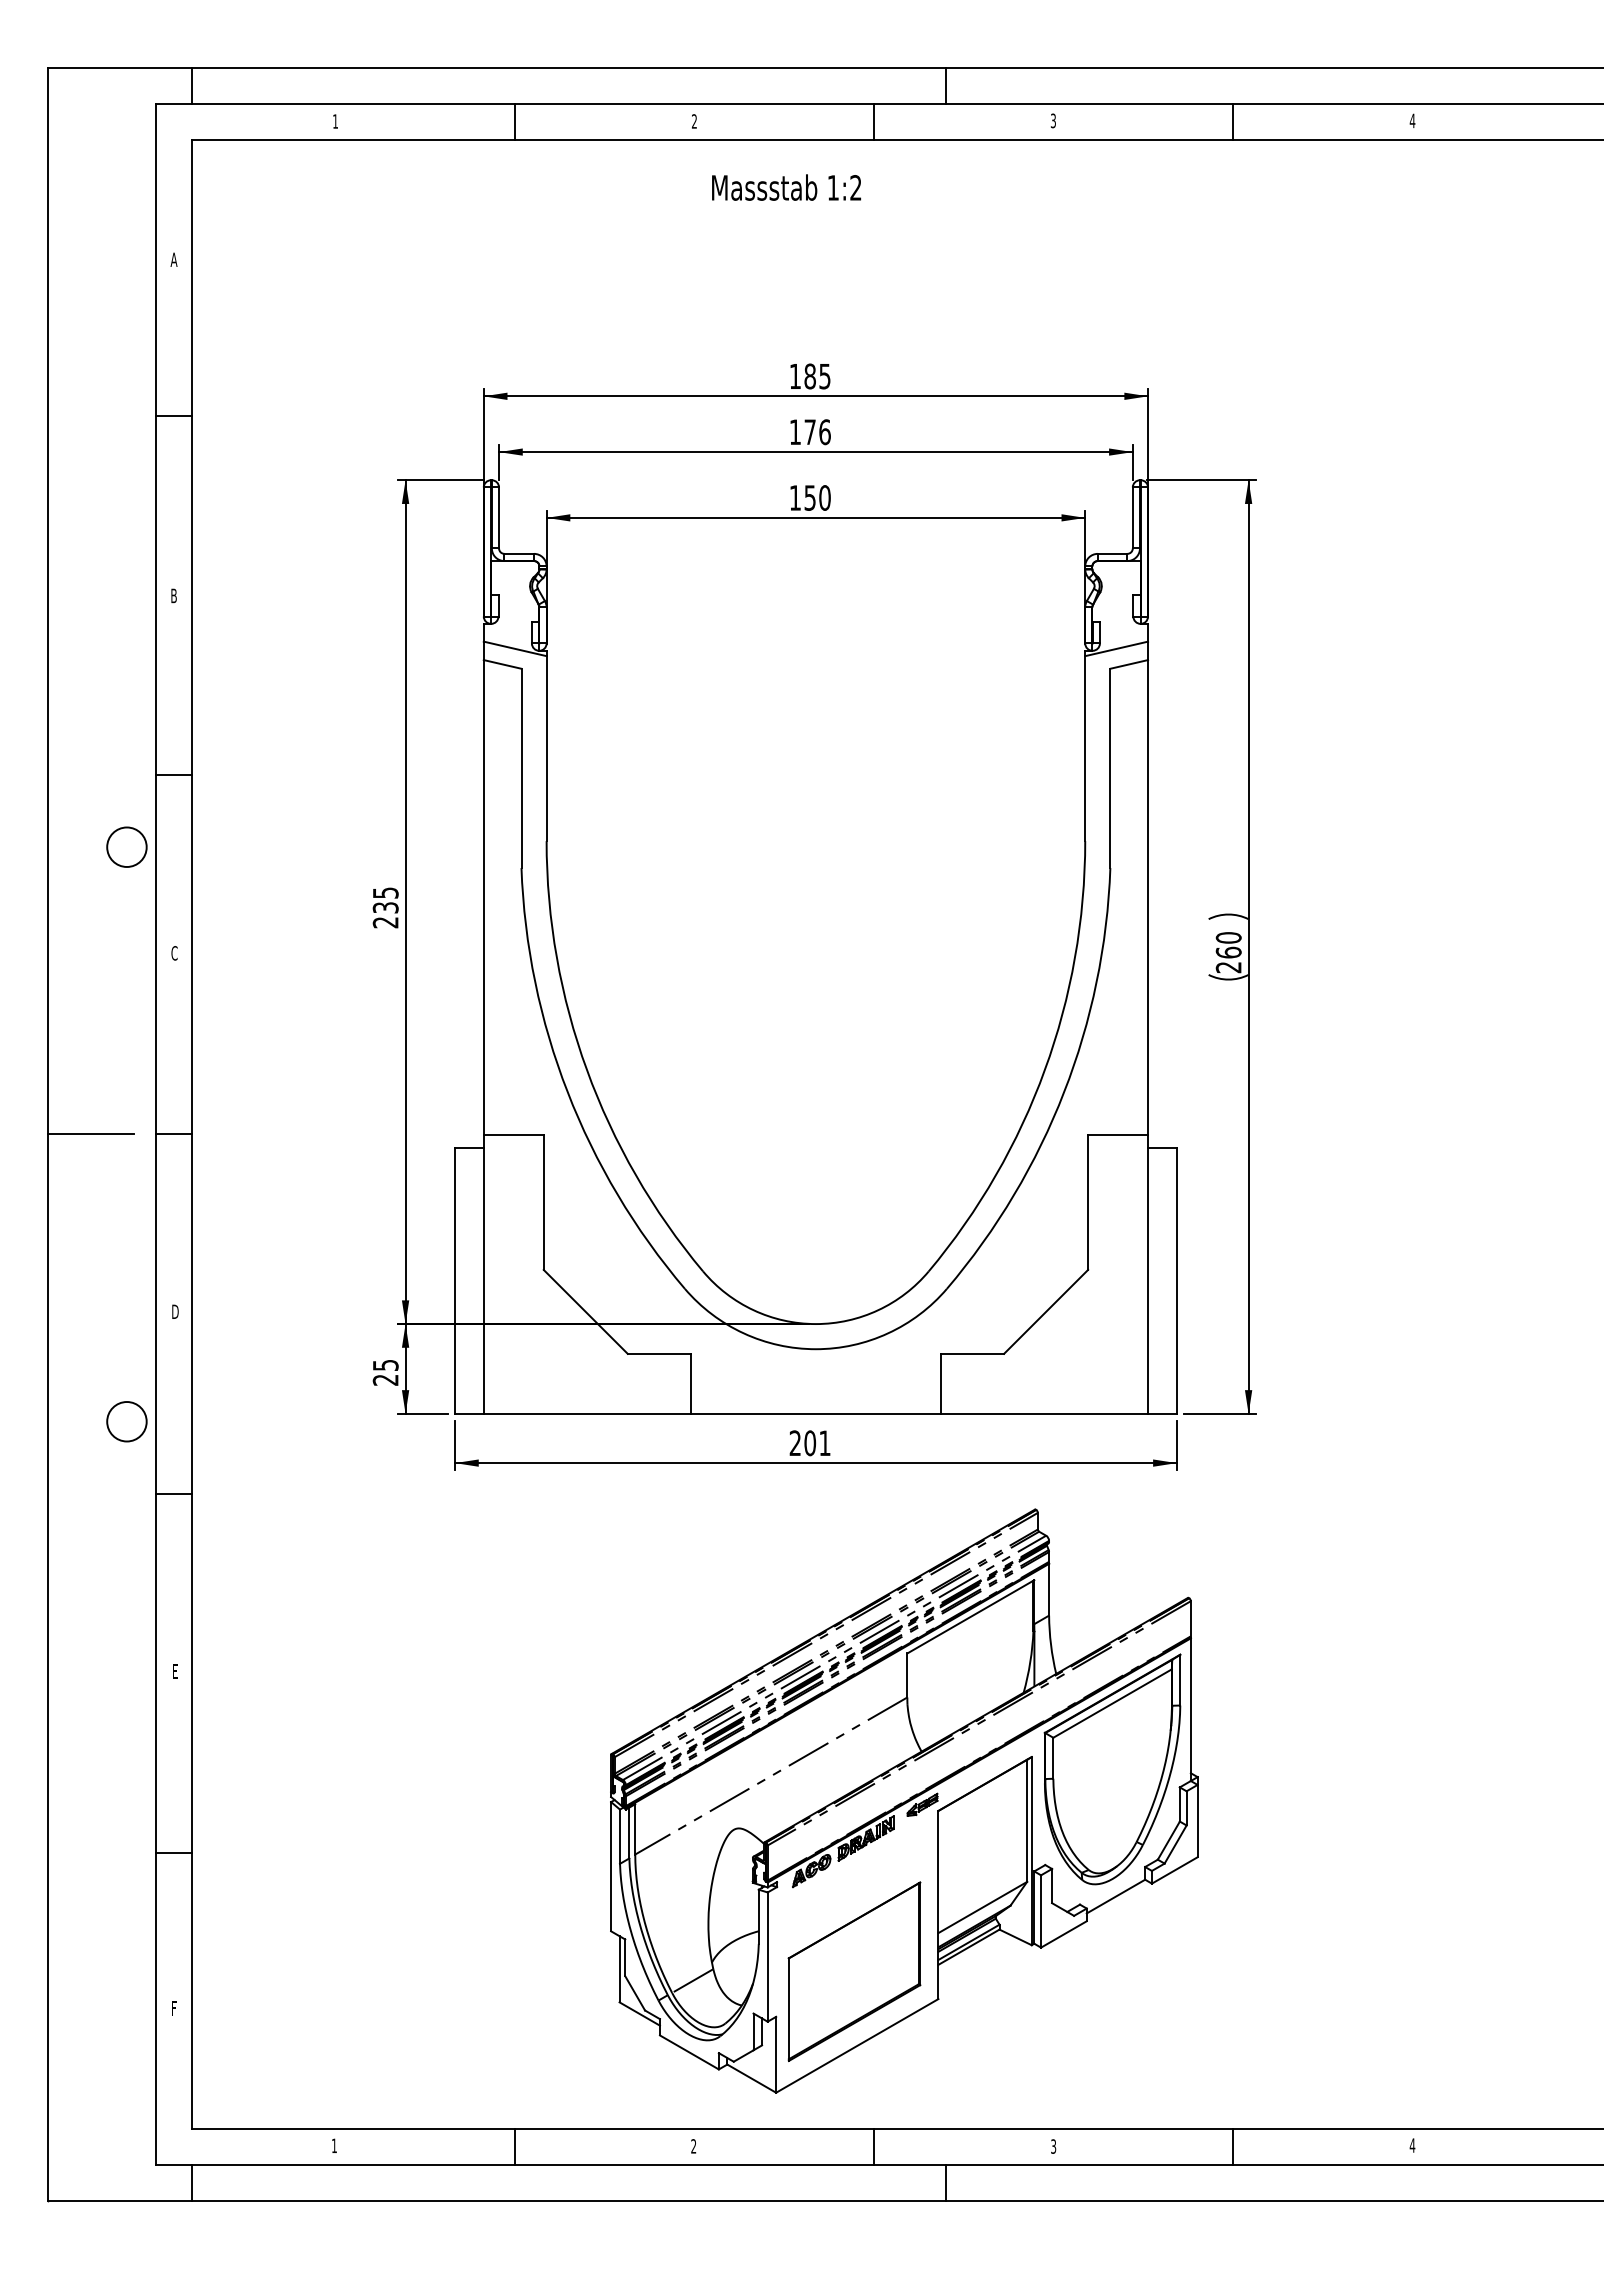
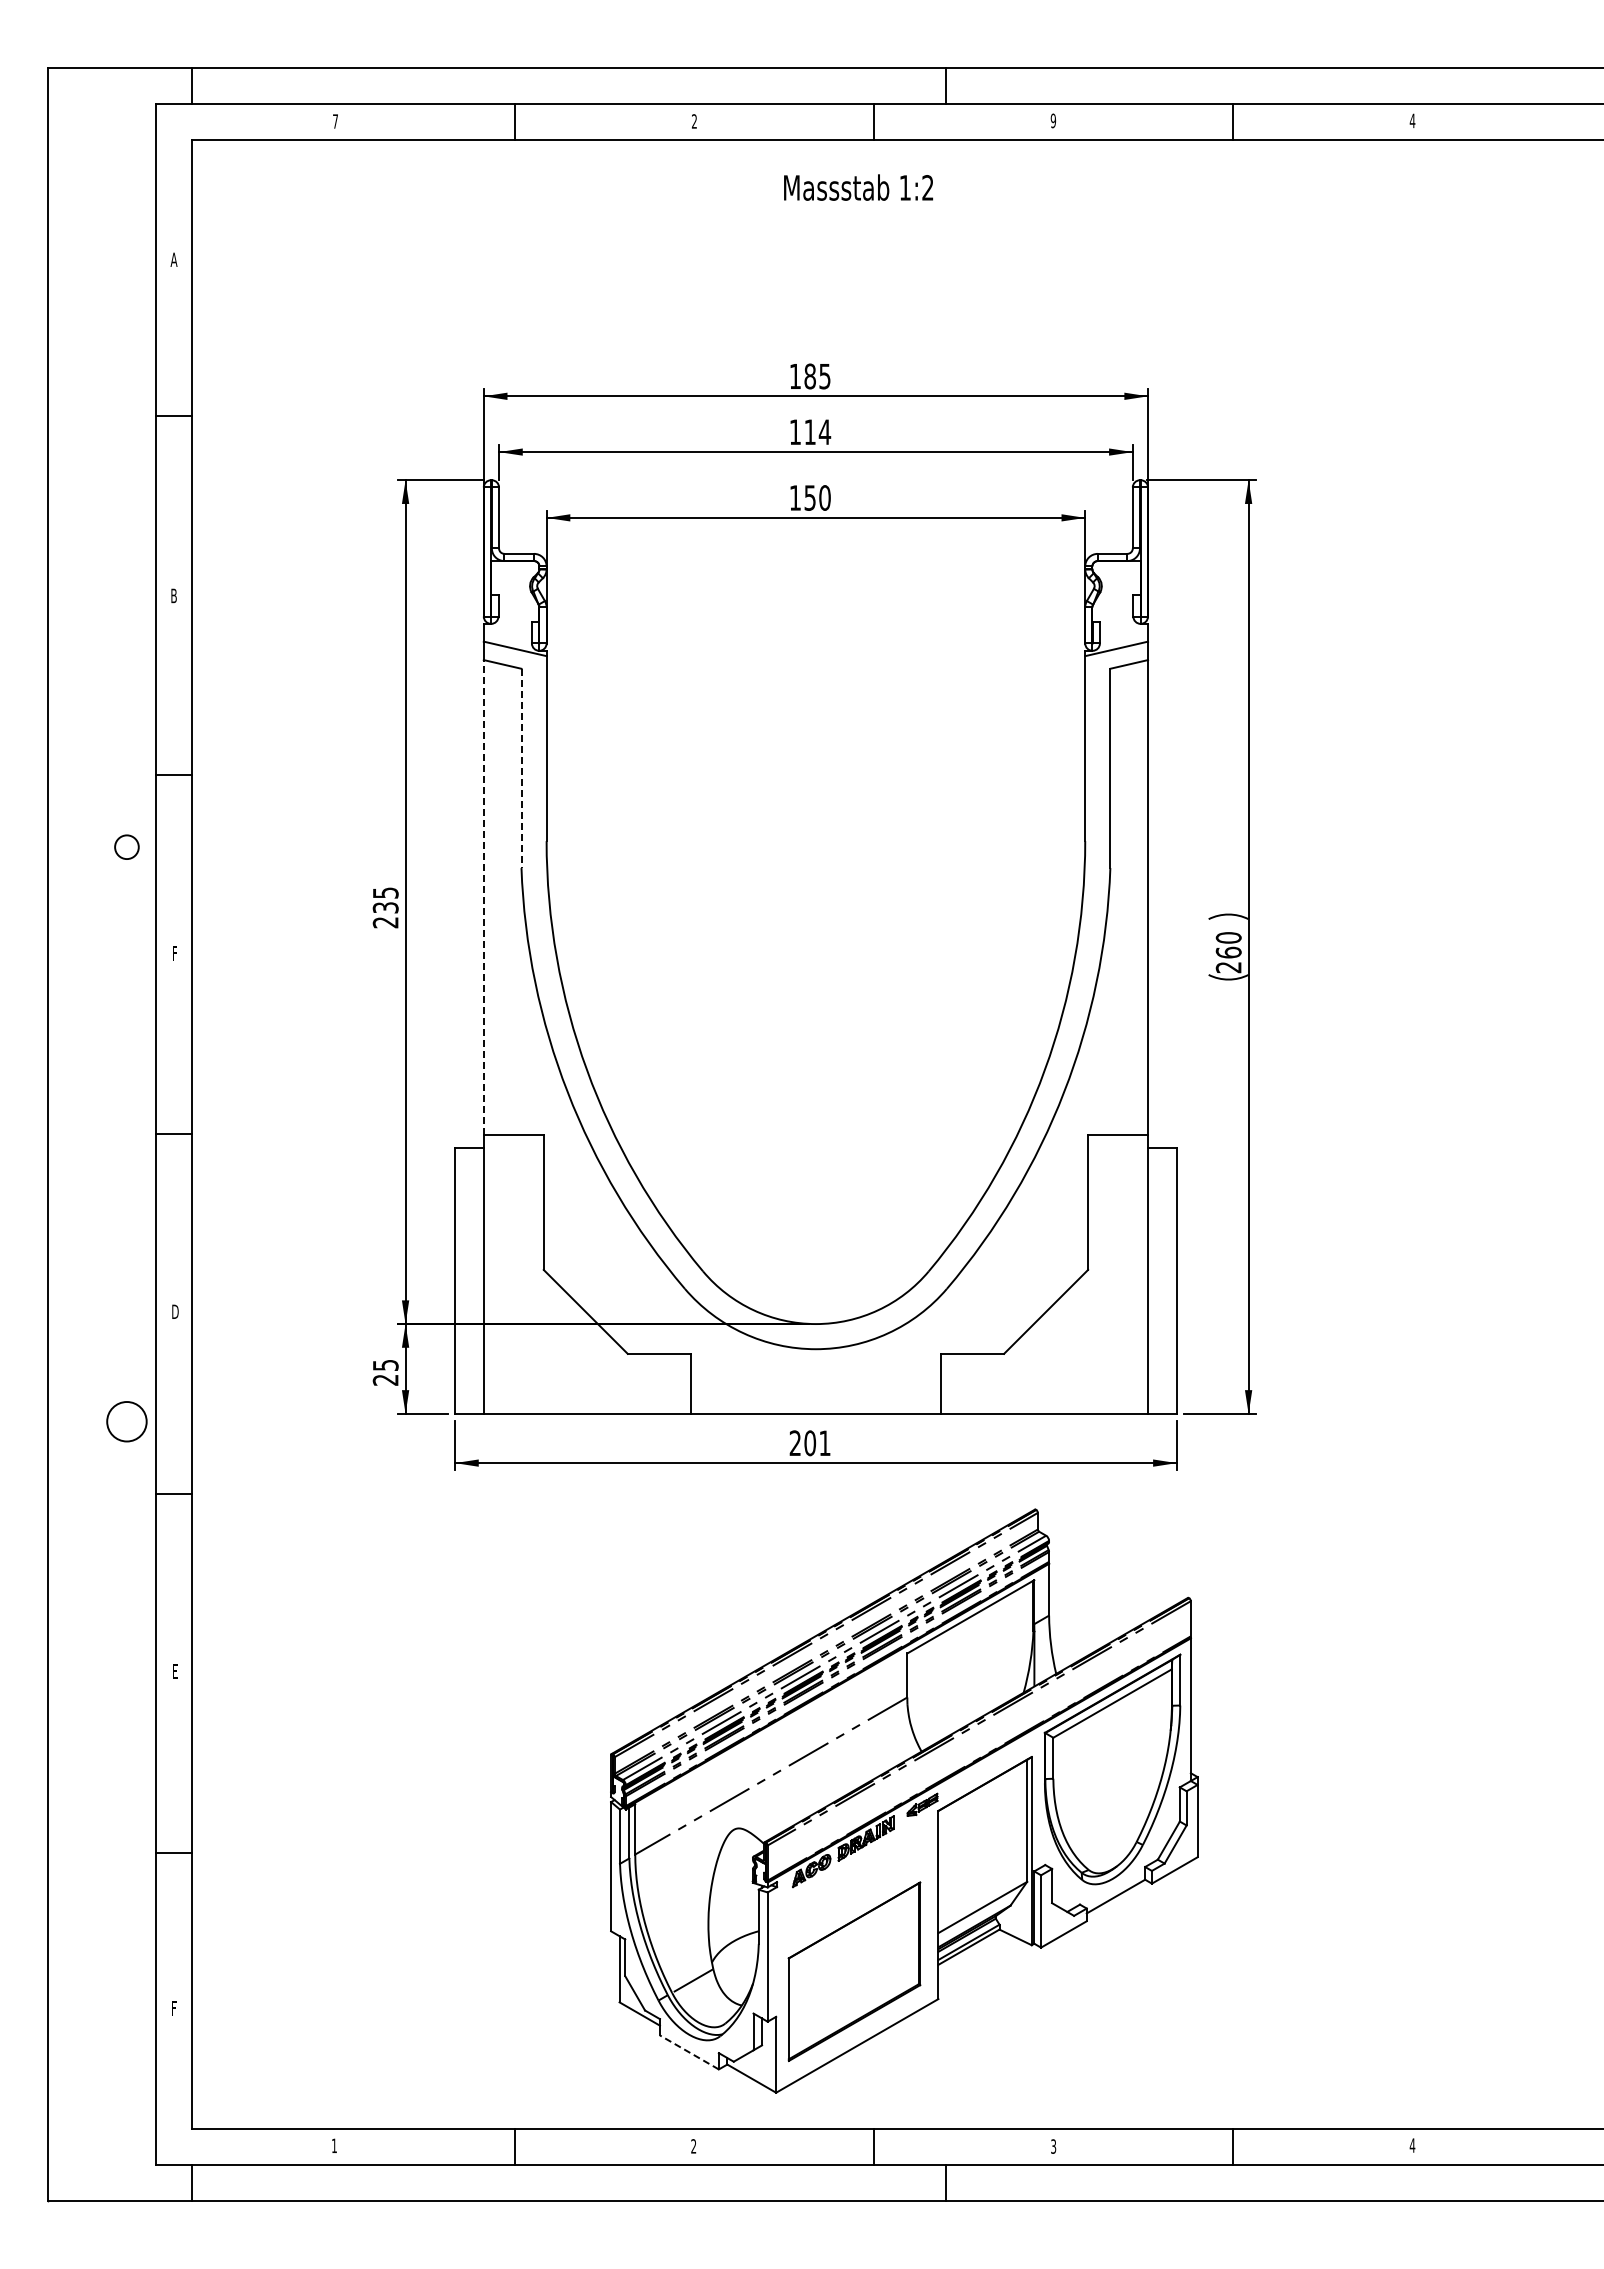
text at (1053, 120): 3 -> 9
text at (335, 121): 1 -> 7
text at (786, 187) position: (786, 187) -> (858, 187)
text at (817, 432): 176 -> 114
line at (521, 768): solid -> dashed
circle at (126, 846) diameter: 39 px -> 24 px
line at (483, 897): solid -> dashed
text at (174, 953): C -> F
line at (90, 1134): present -> none
line at (688, 2052): solid -> dashed
